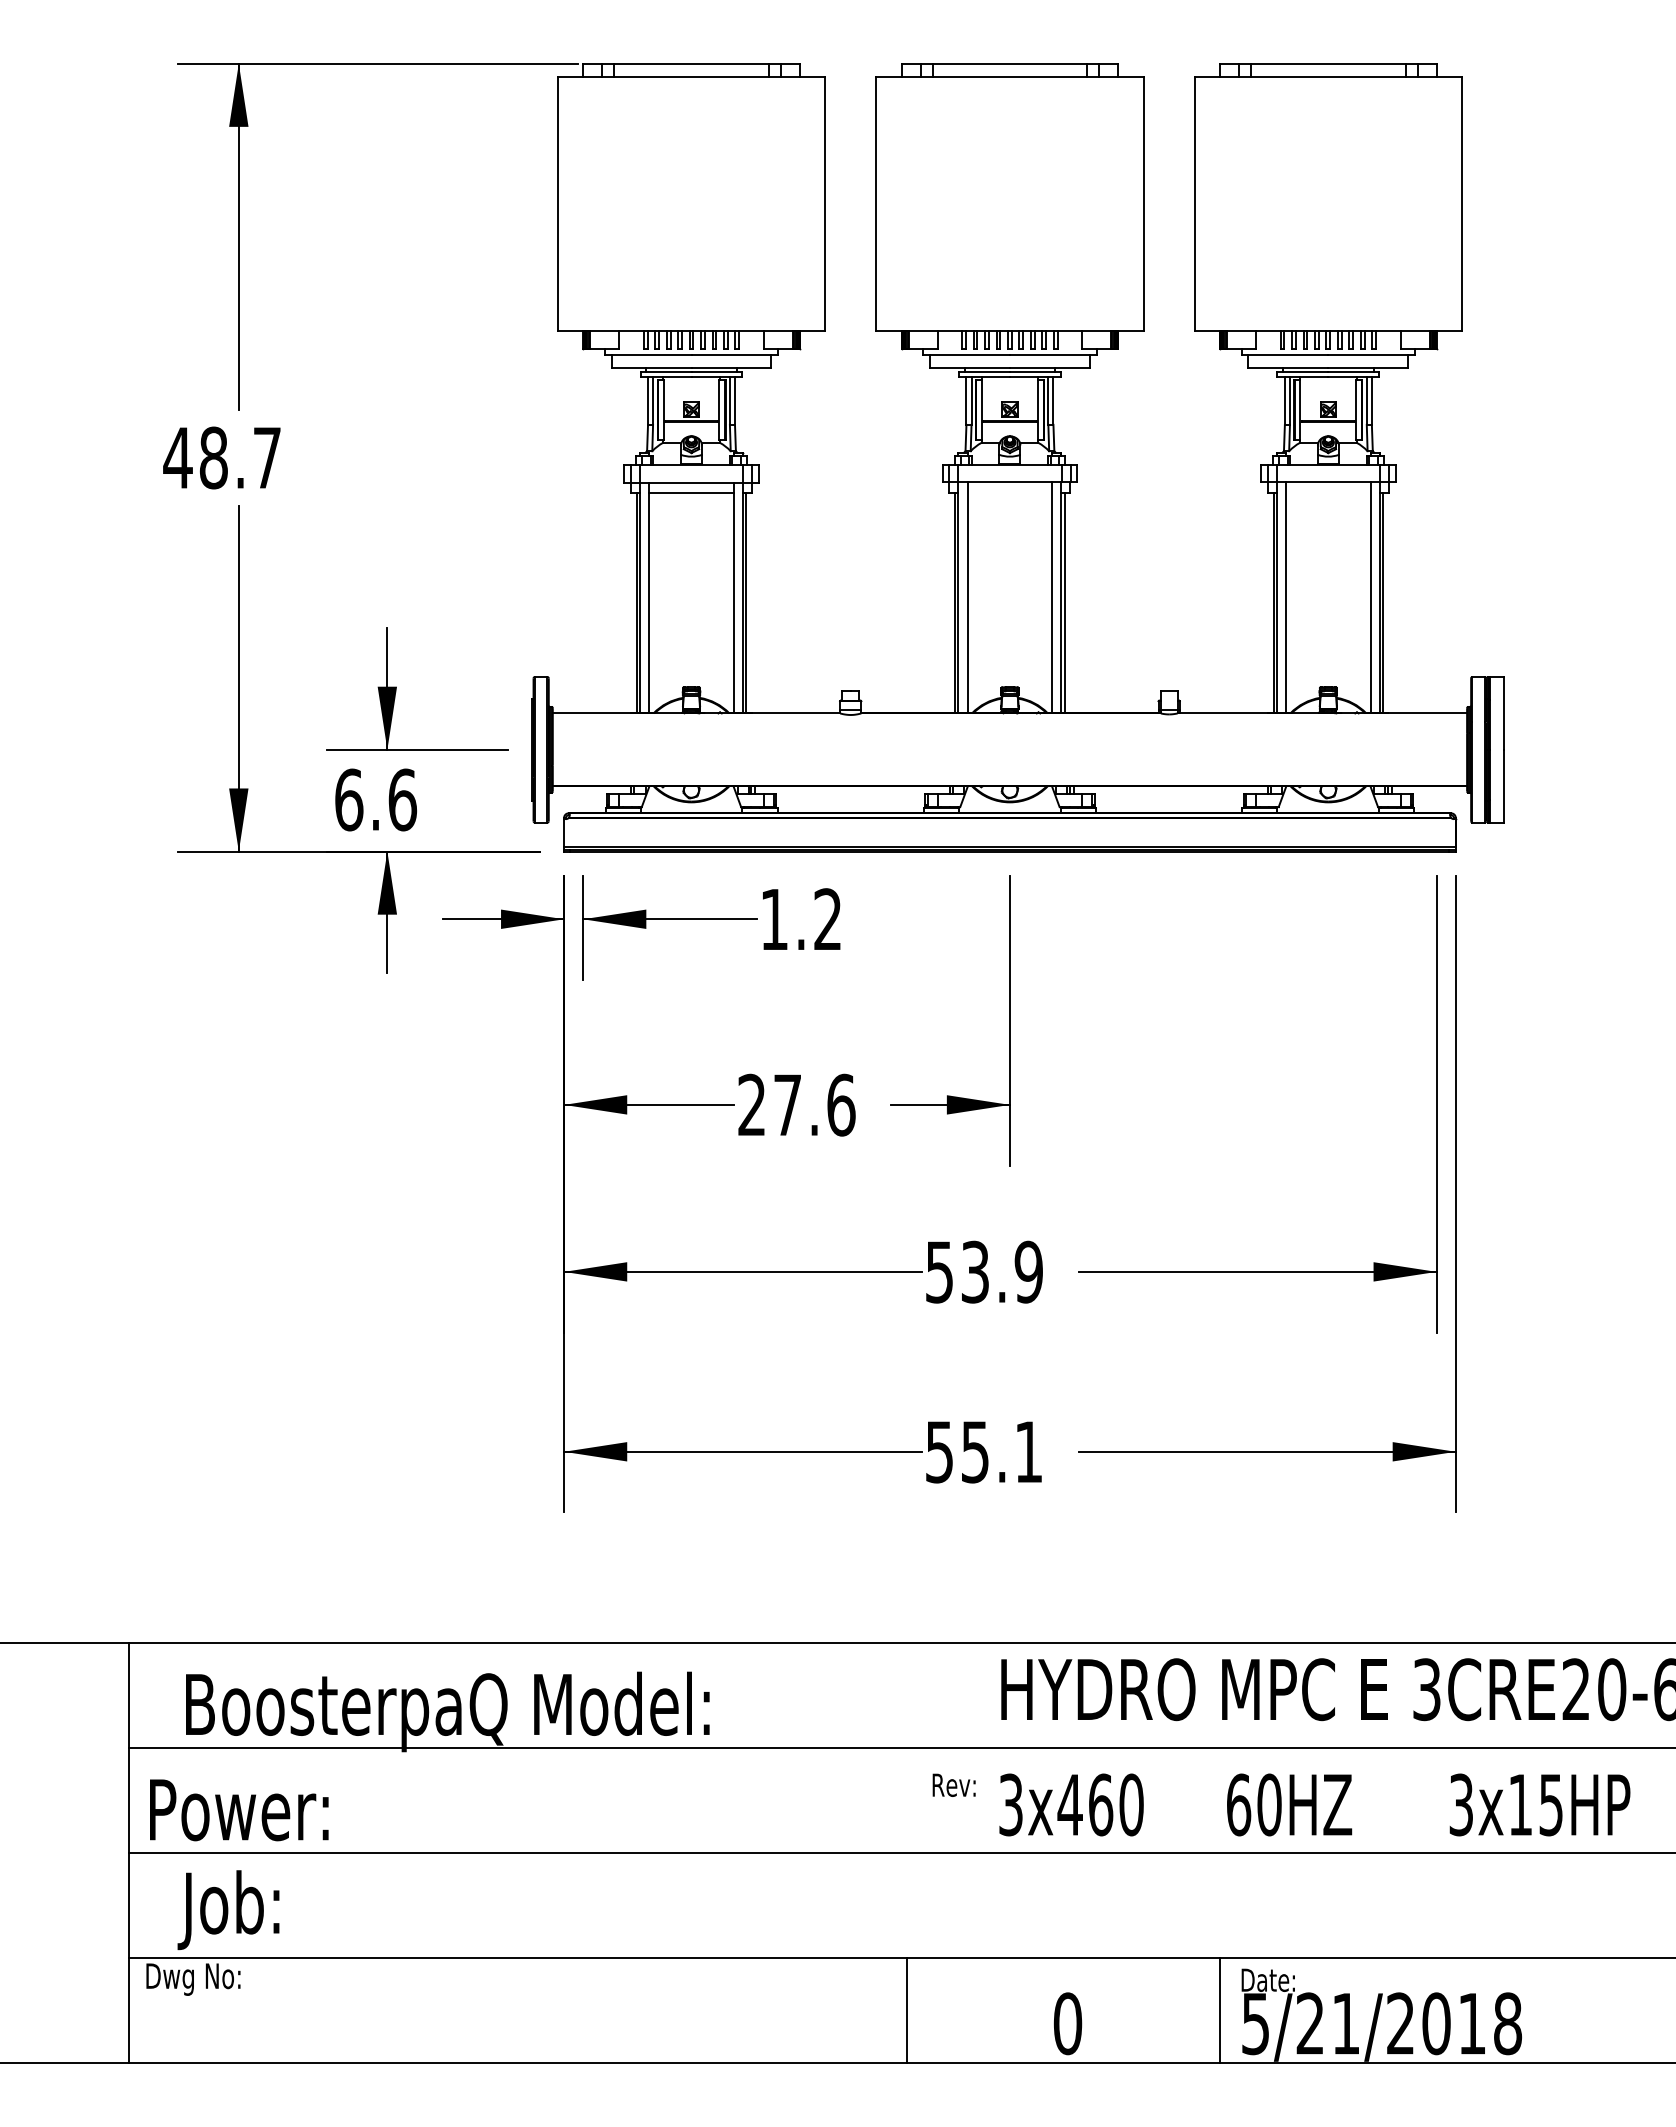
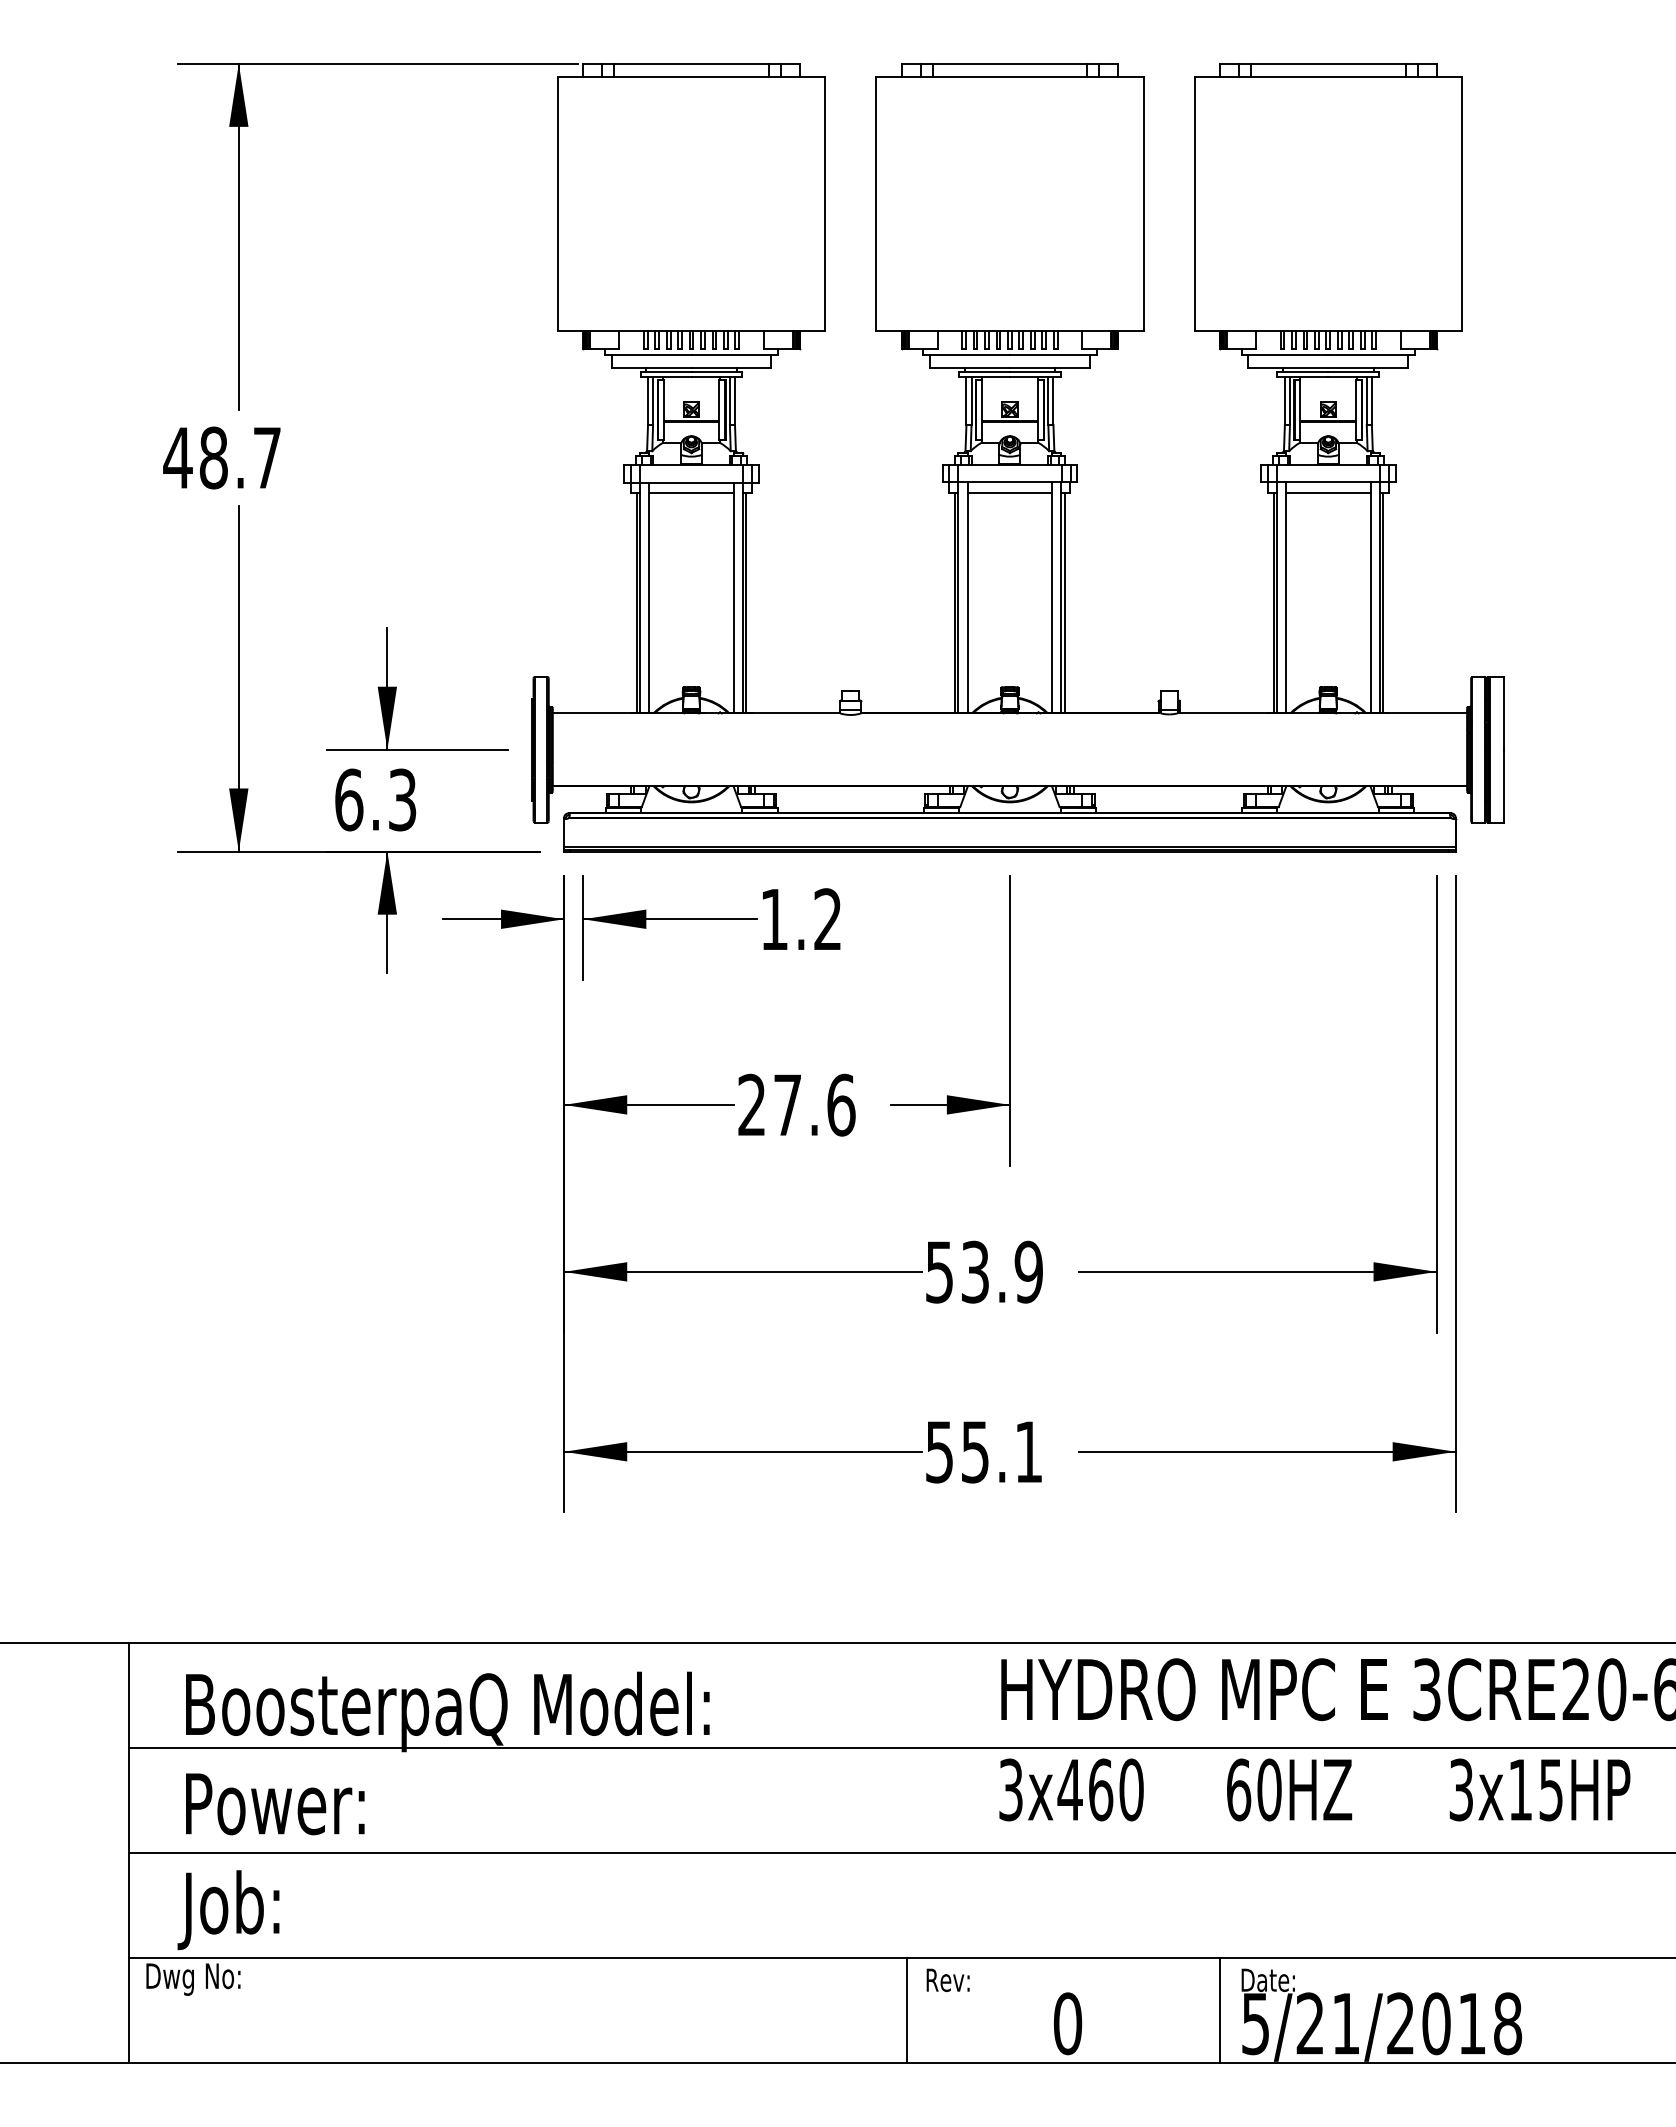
line at (1009, 492): none -> present
line at (1328, 492): none -> present
text at (402, 799): 6.6 -> 6.3
text at (953, 1784) position: (953, 1784) -> (947, 1979)
text at (1314, 1804) position: (1314, 1804) -> (1314, 1789)
text at (239, 1810) position: (239, 1810) -> (275, 1804)
